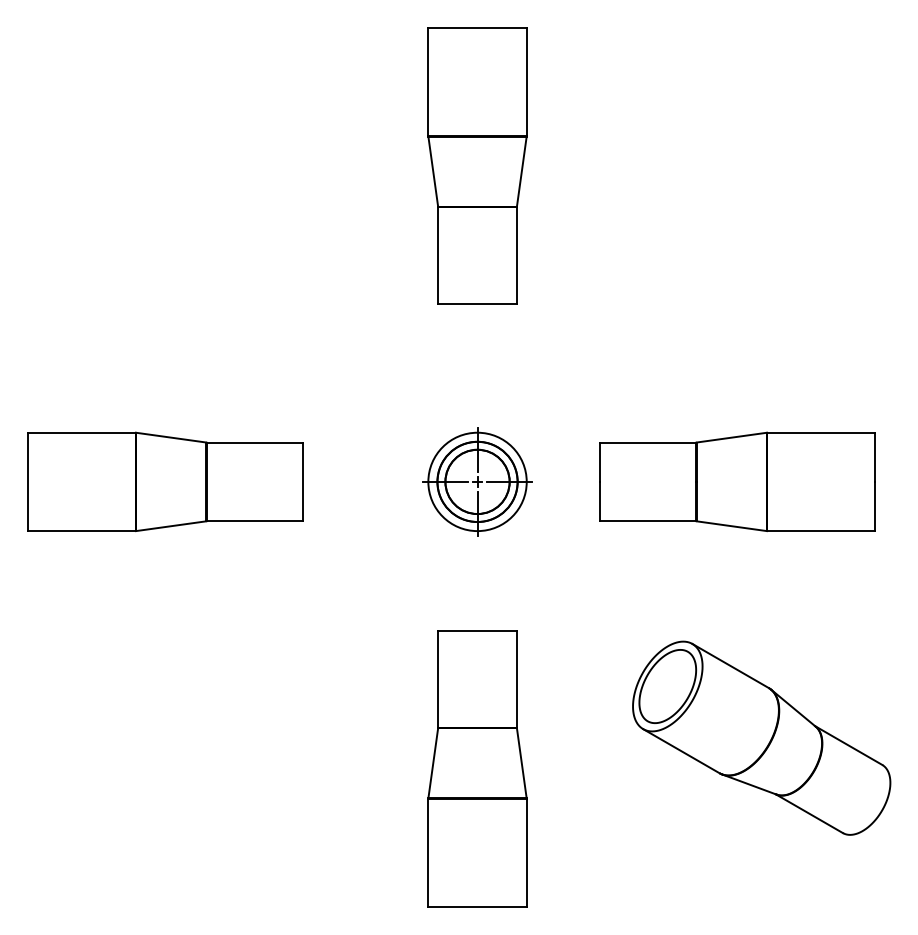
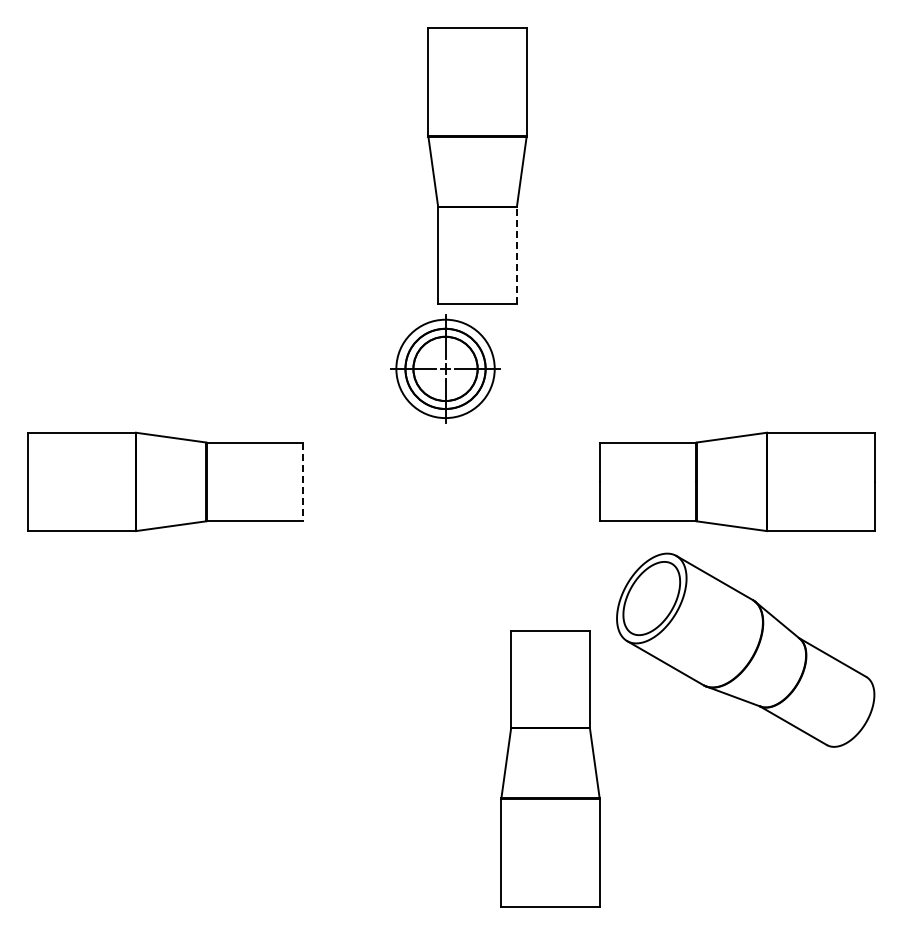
line at (516, 254): solid -> dashed
part at (477, 481) position: (477, 481) -> (445, 368)
line at (303, 482): solid -> dashed
part at (761, 737) position: (761, 737) -> (745, 649)
part at (477, 768) position: (477, 768) -> (550, 768)
